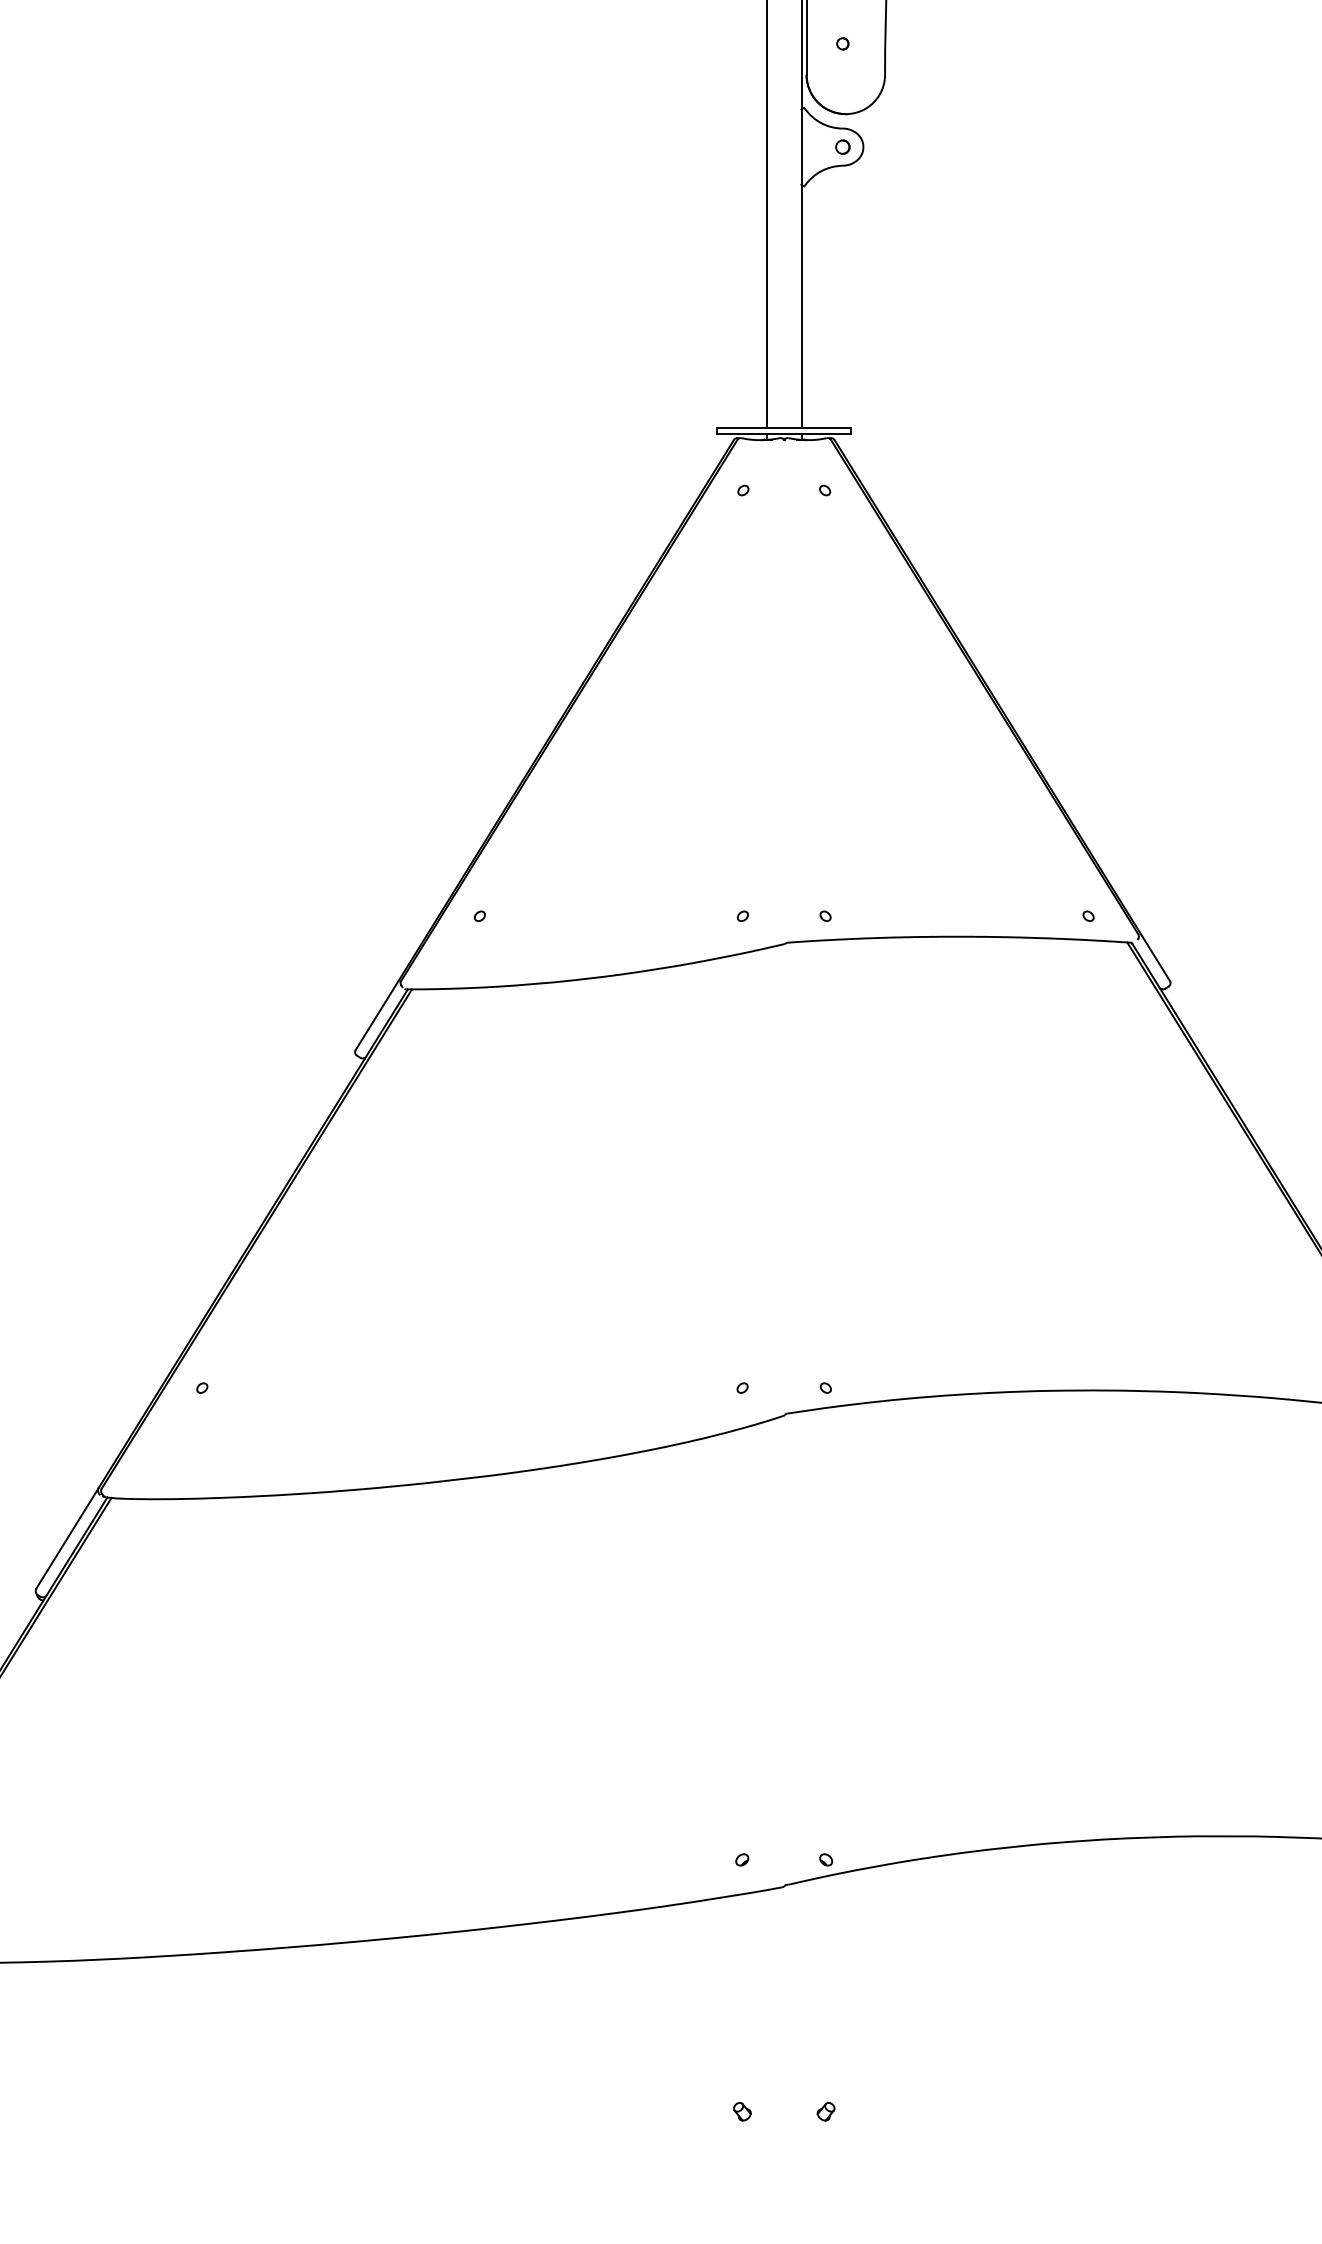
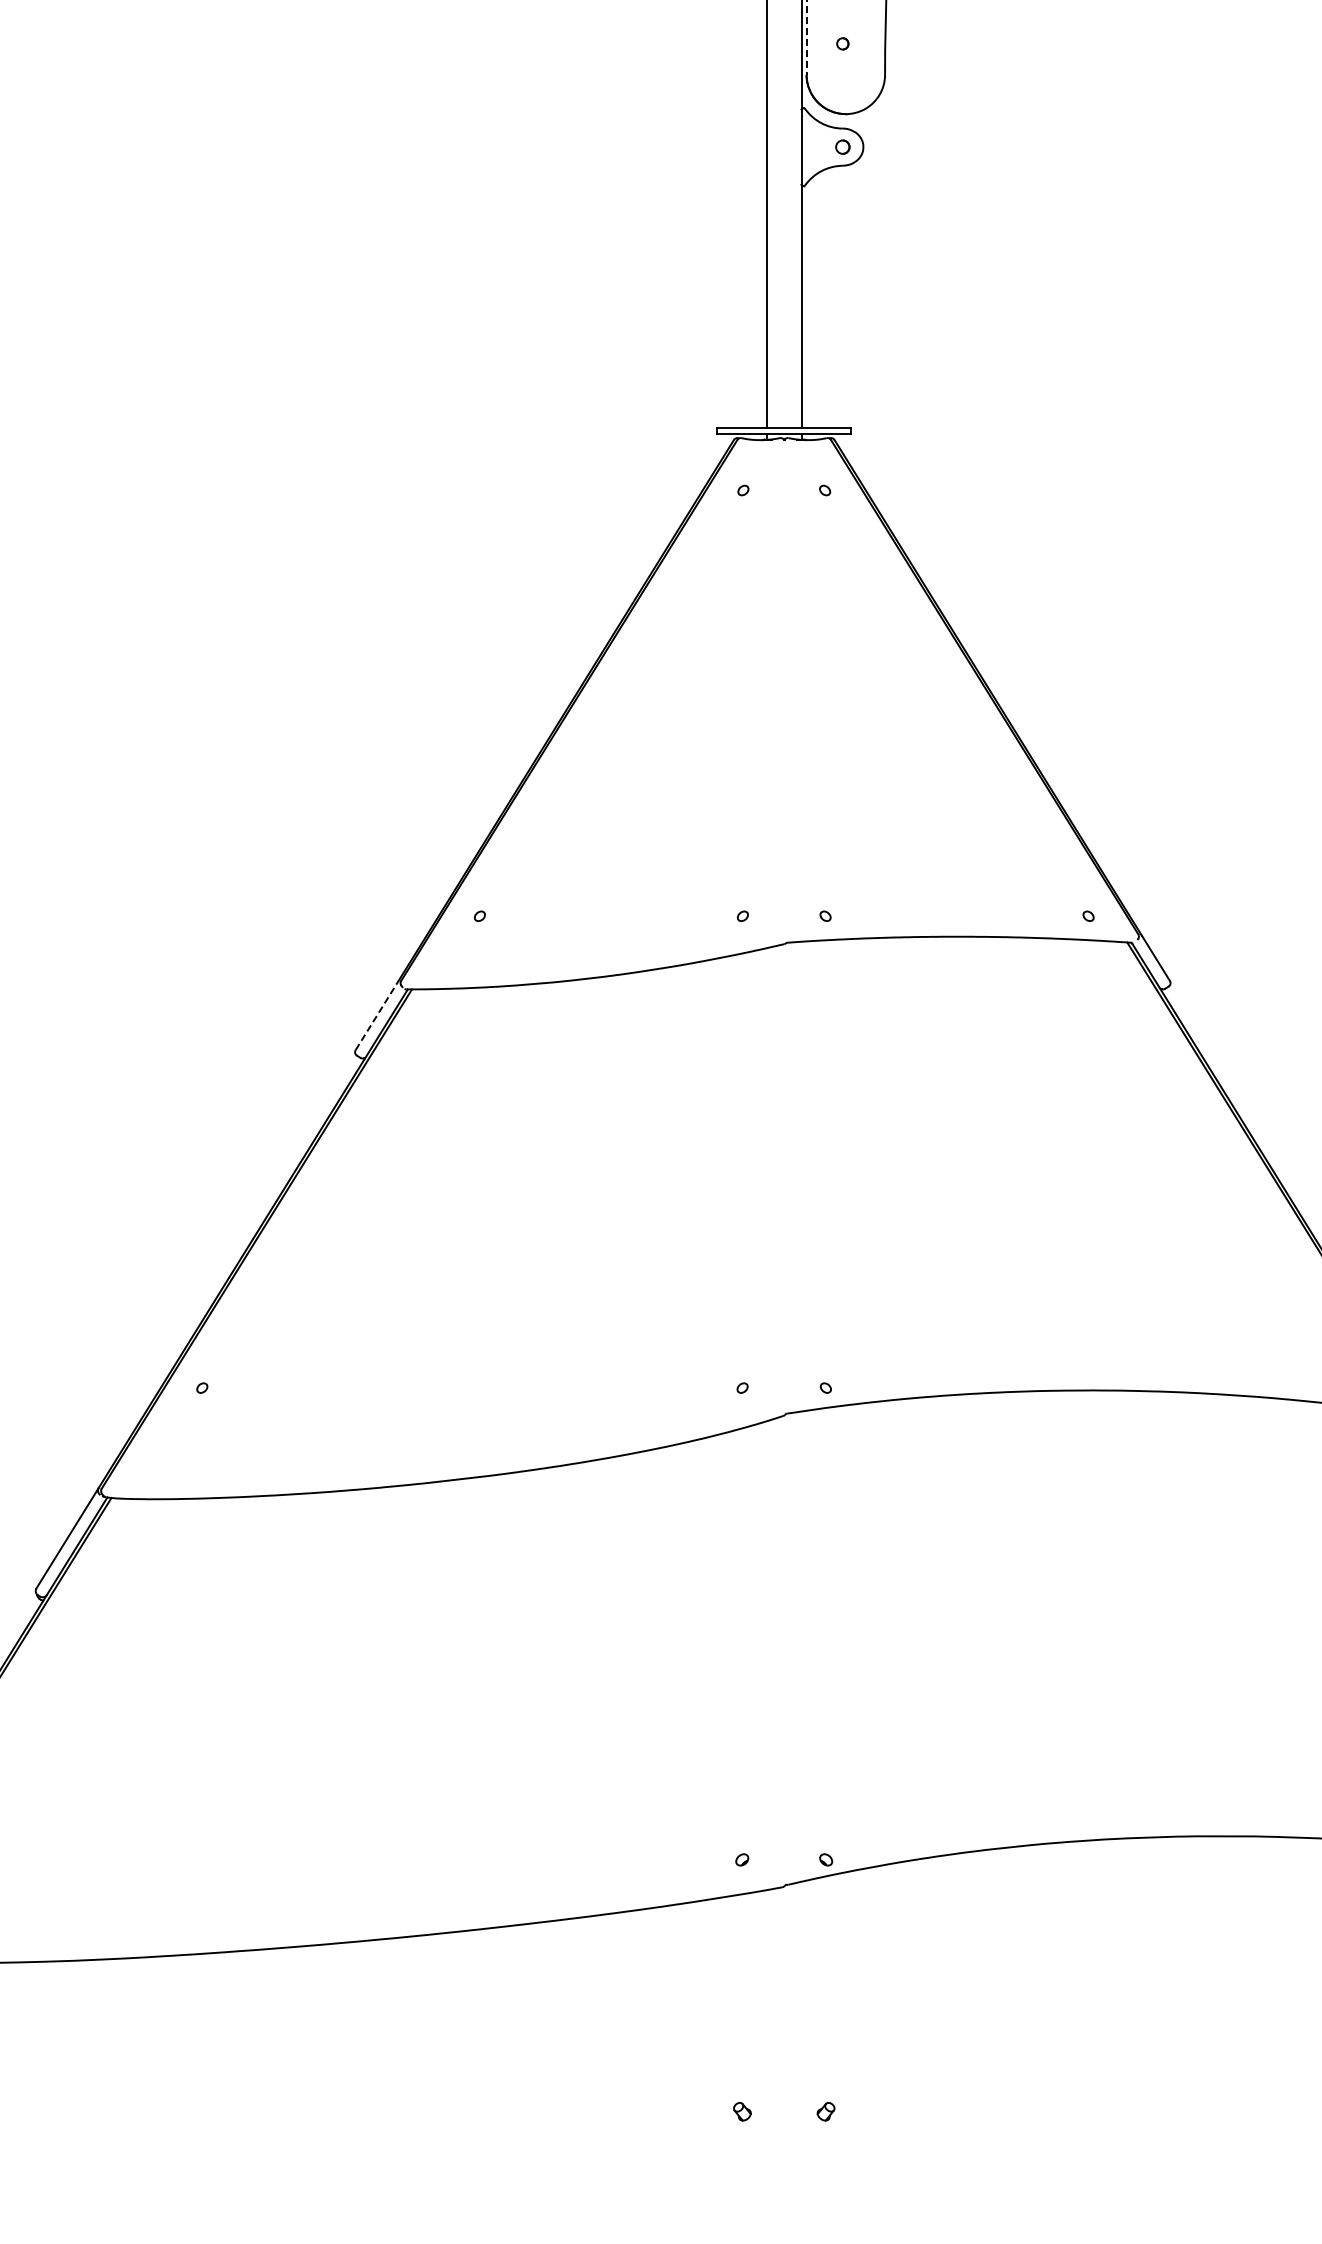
line at (806, 37): solid -> dashed
line at (377, 1015): solid -> dashed
